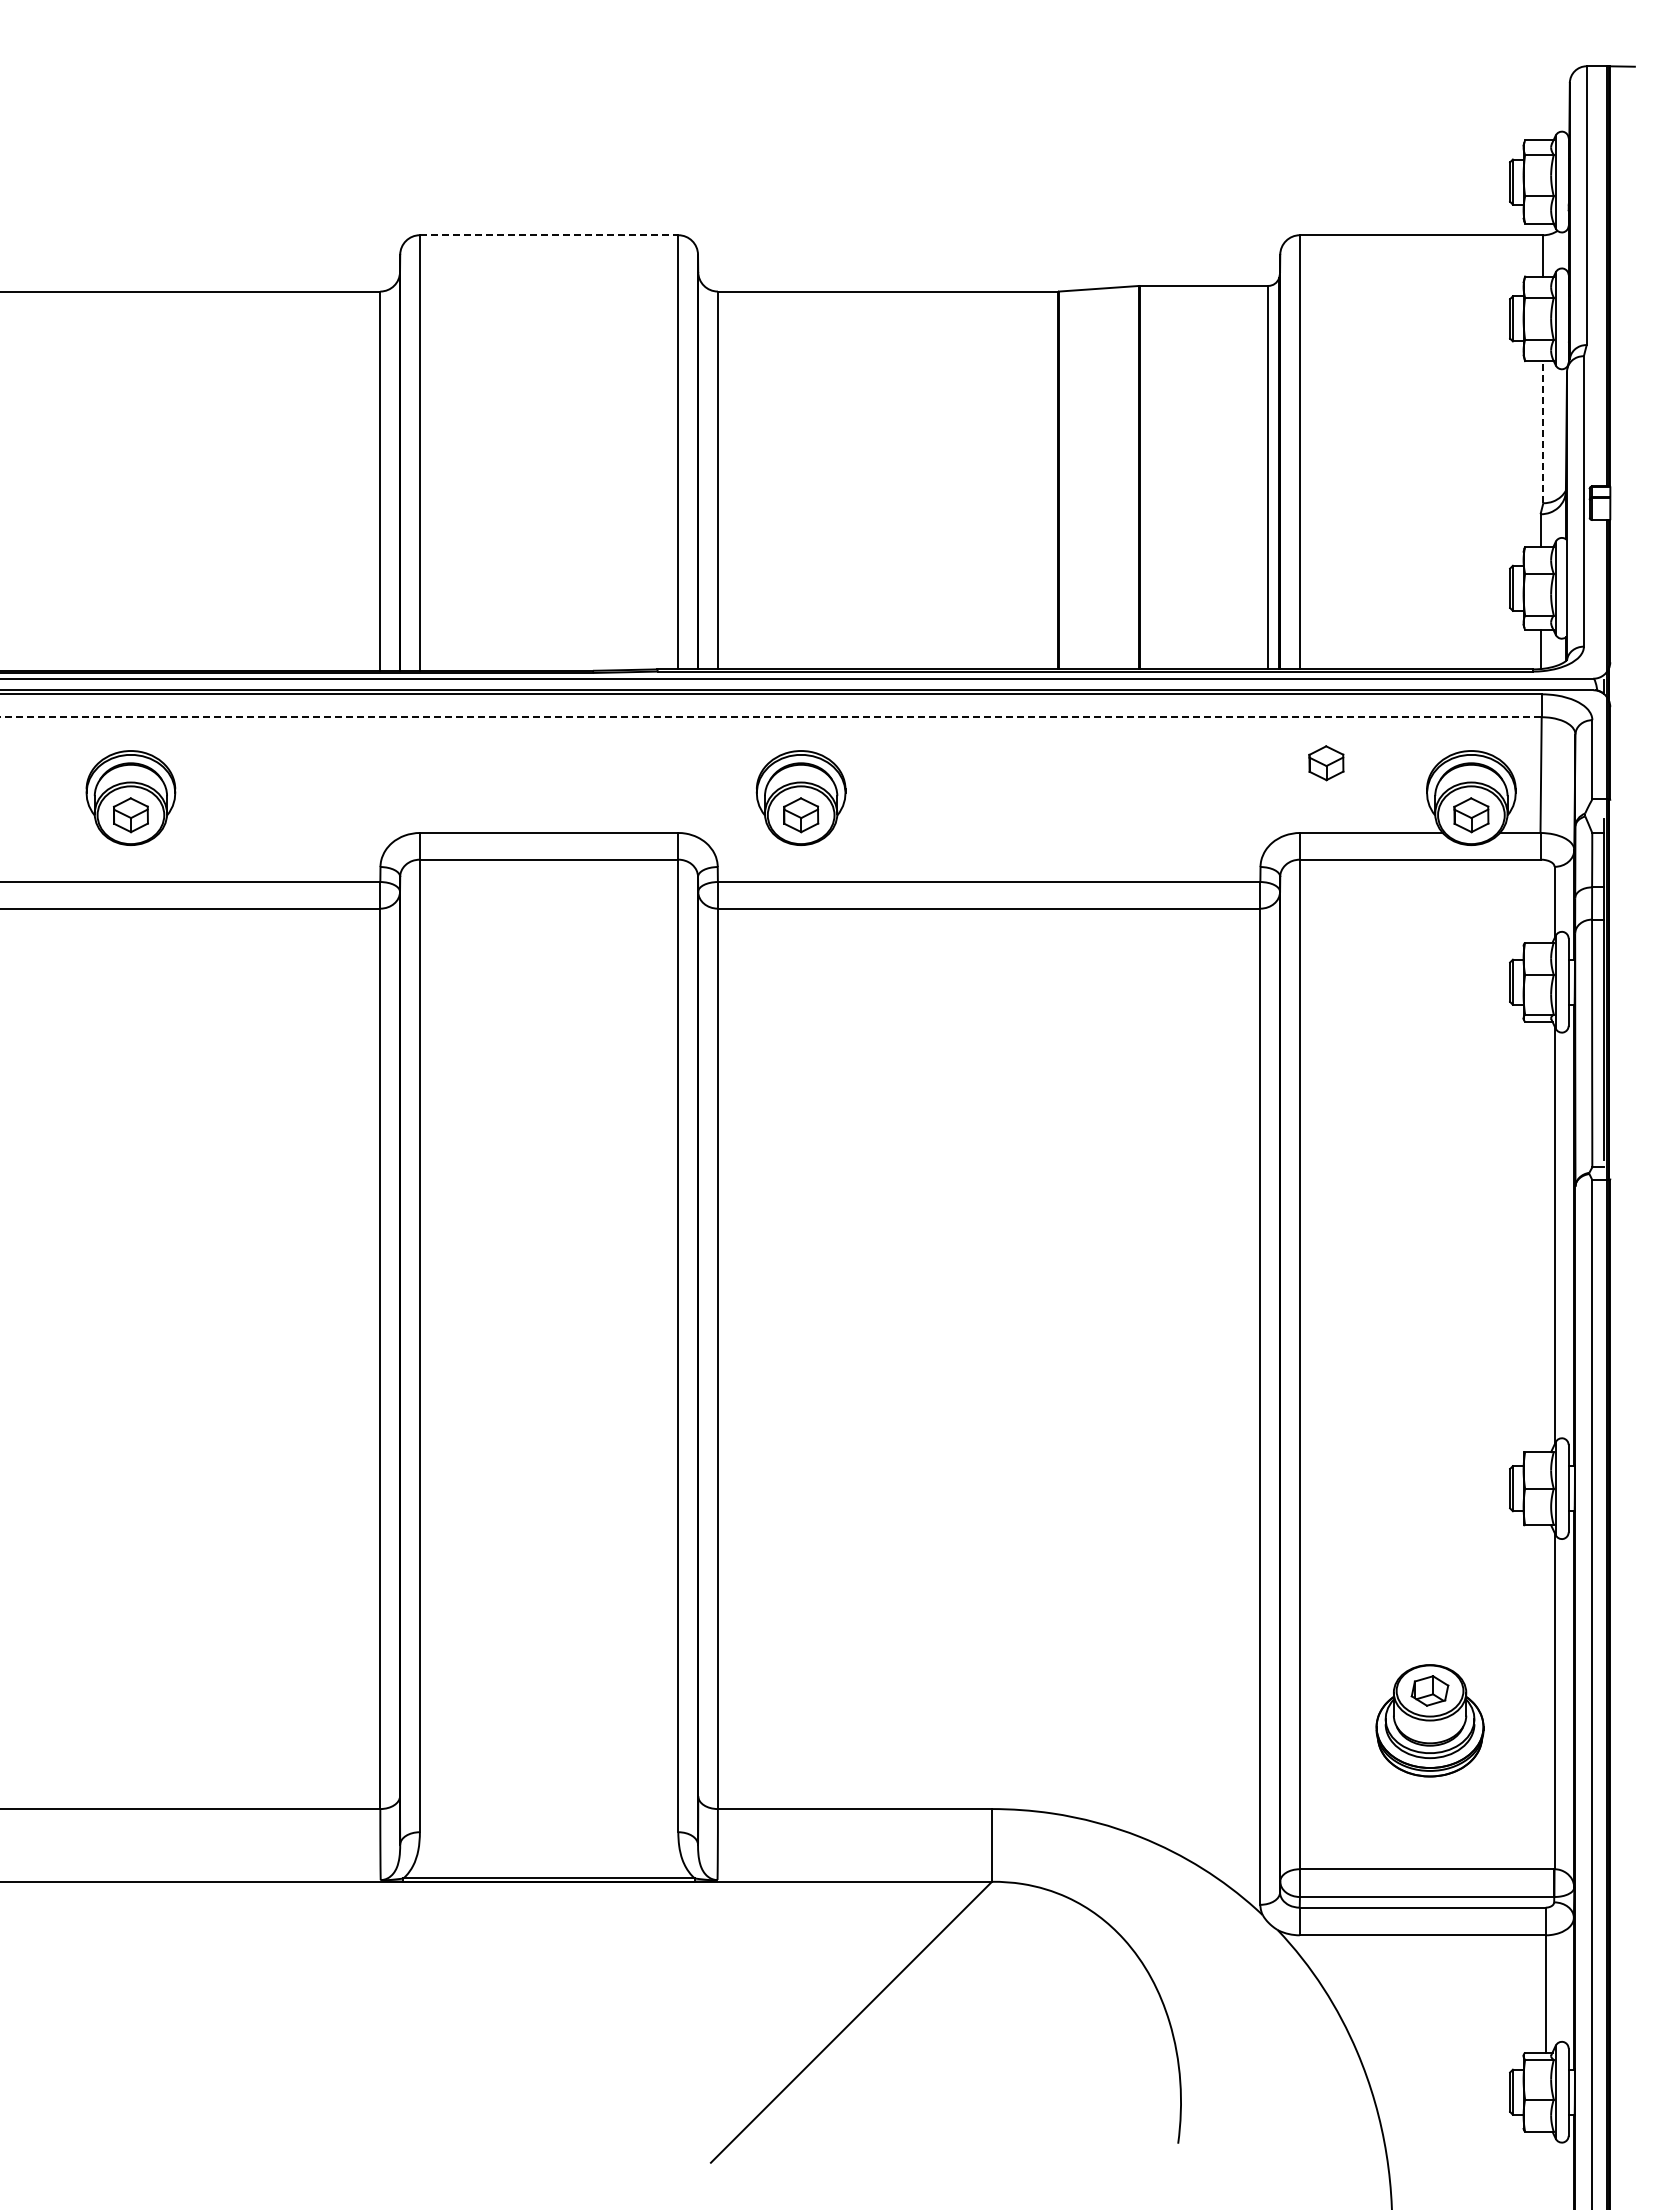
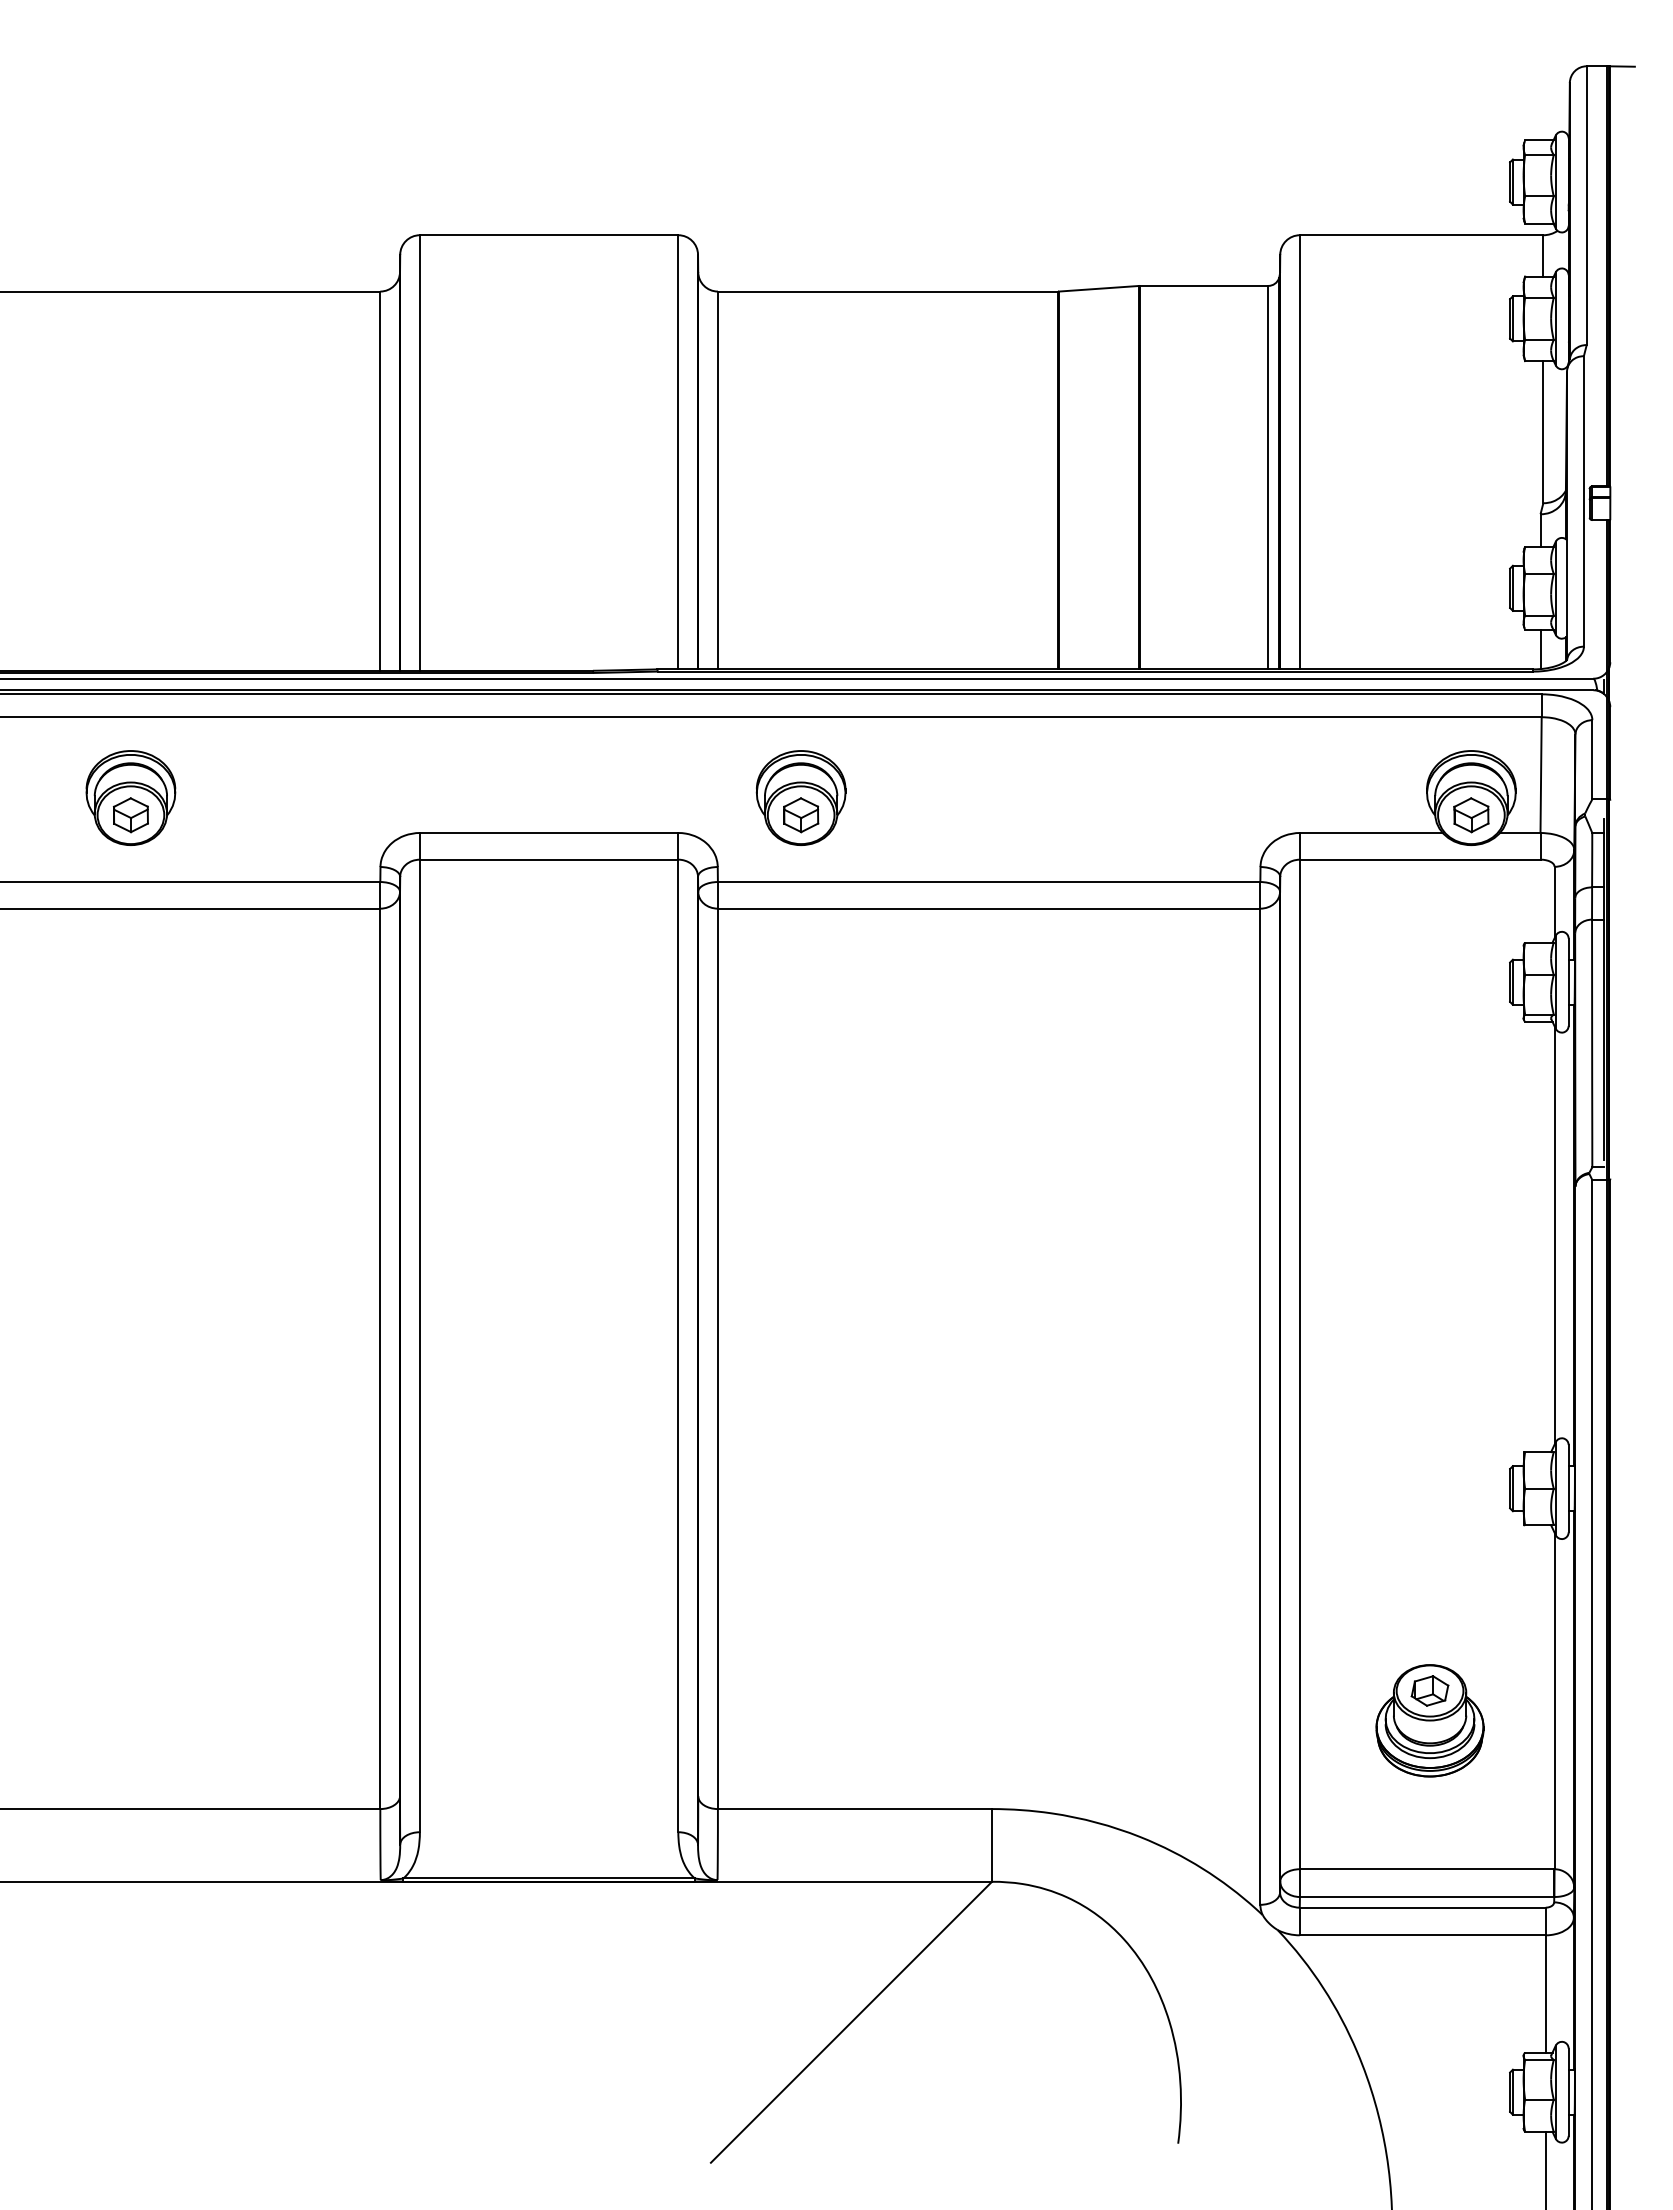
line at (549, 235): dashed -> solid
line at (1543, 431): dashed -> solid
line at (771, 717): dashed -> solid
part at (1326, 763): present -> none
line at (1545, 2168): none -> present
